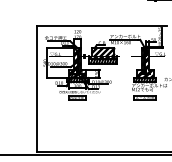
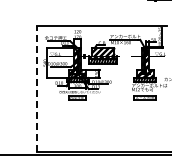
line at (36, 88): solid -> dashed
